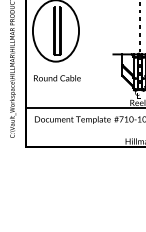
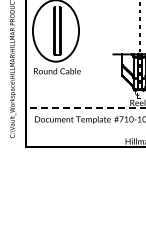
text at (57, 78) position: (57, 78) -> (57, 71)
line at (85, 107): solid -> dashed
